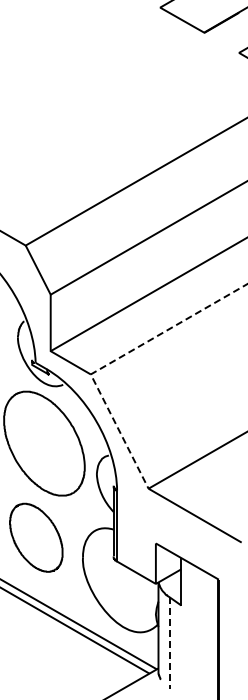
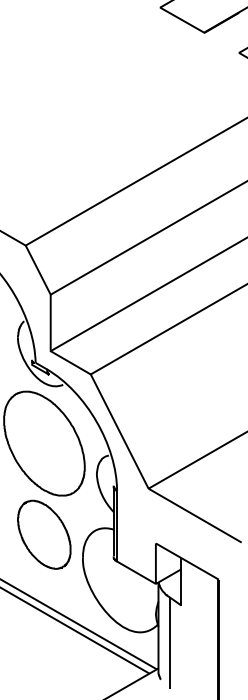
line at (112, 361): dashed -> solid
part at (36, 537) position: (36, 537) -> (44, 534)
line at (169, 643): dashed -> solid
